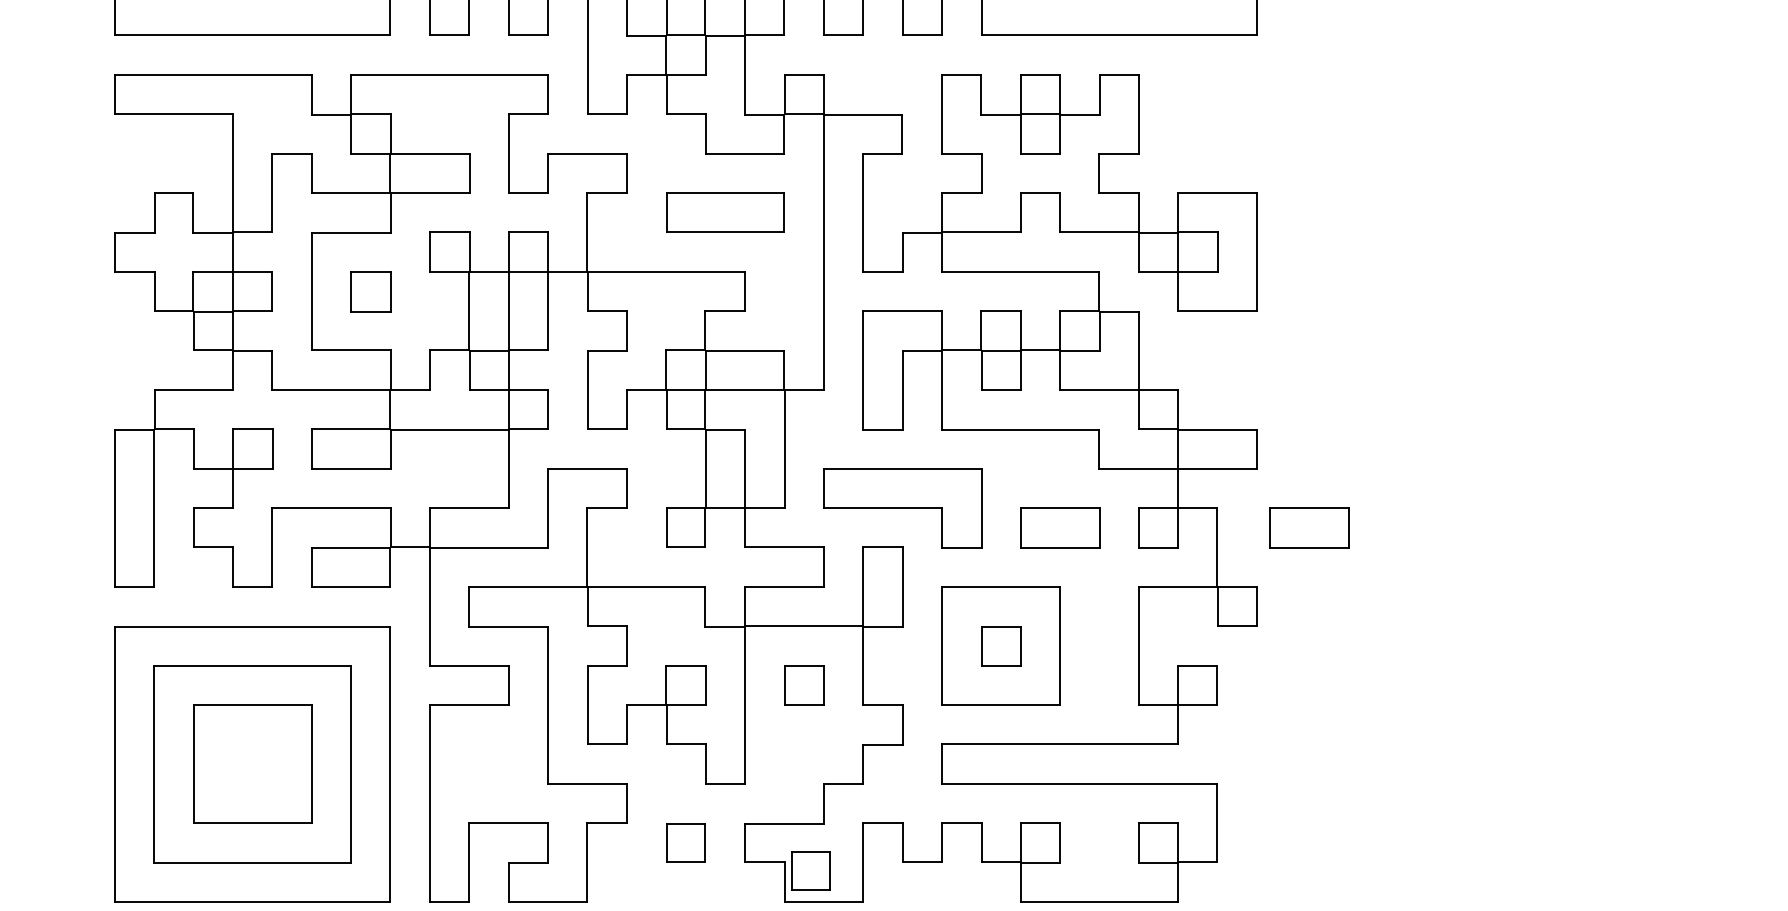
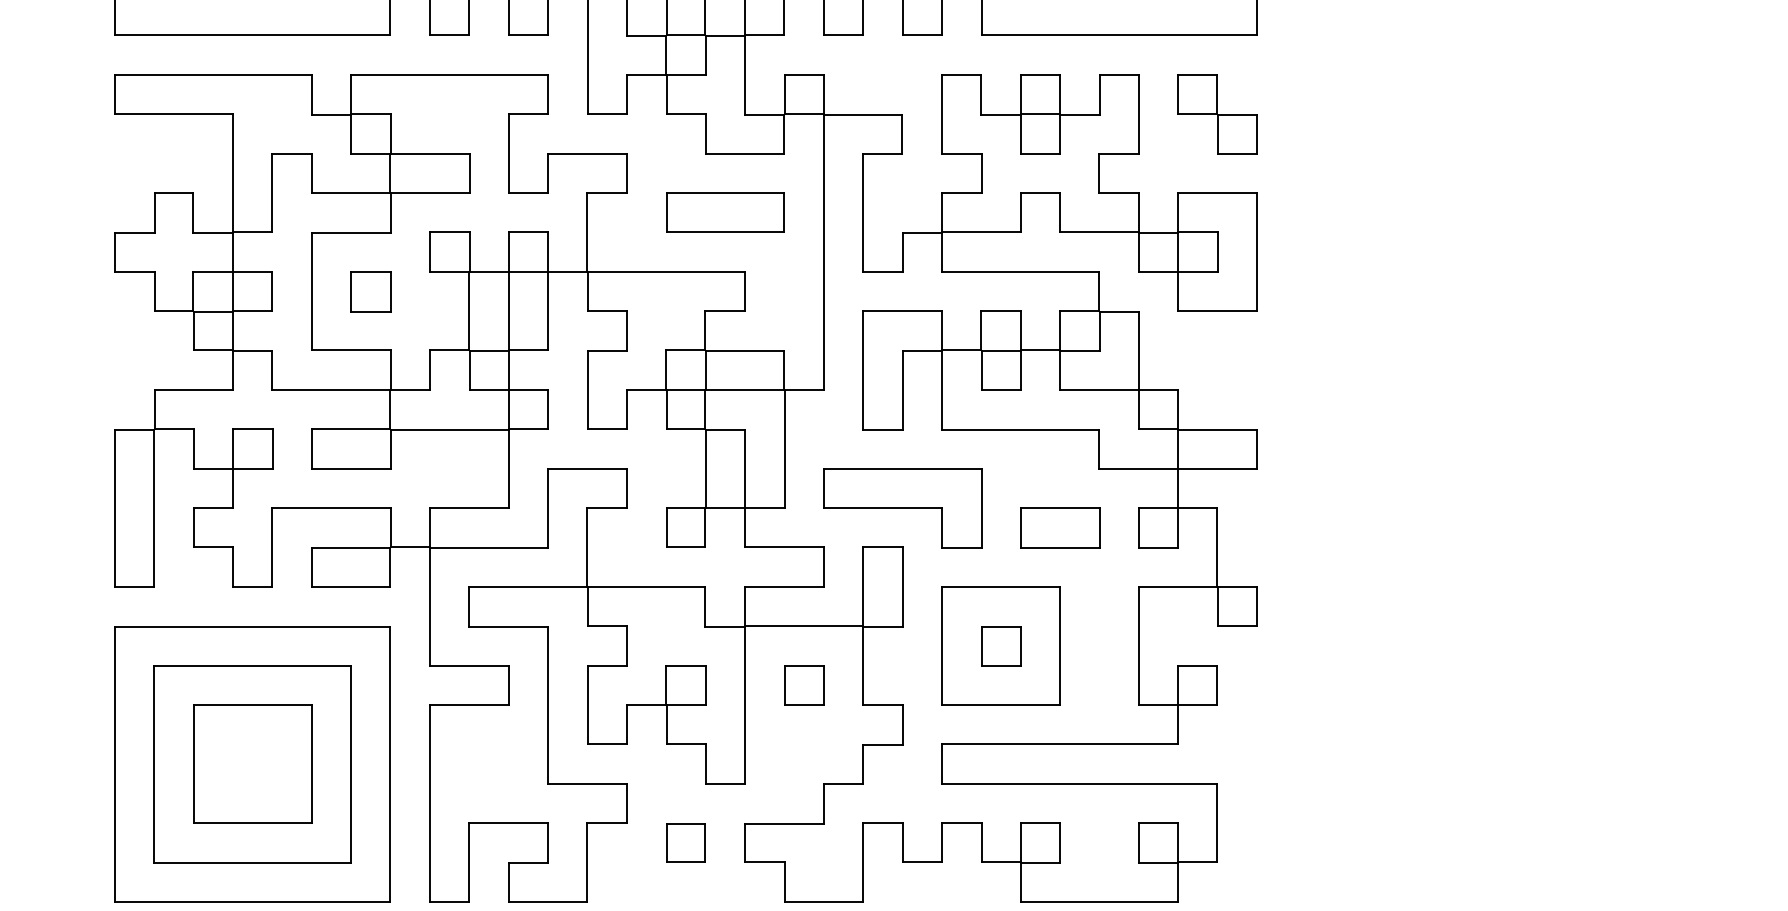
part at (1217, 114): none -> present
part at (1309, 527): present -> none
part at (810, 870): present -> none
